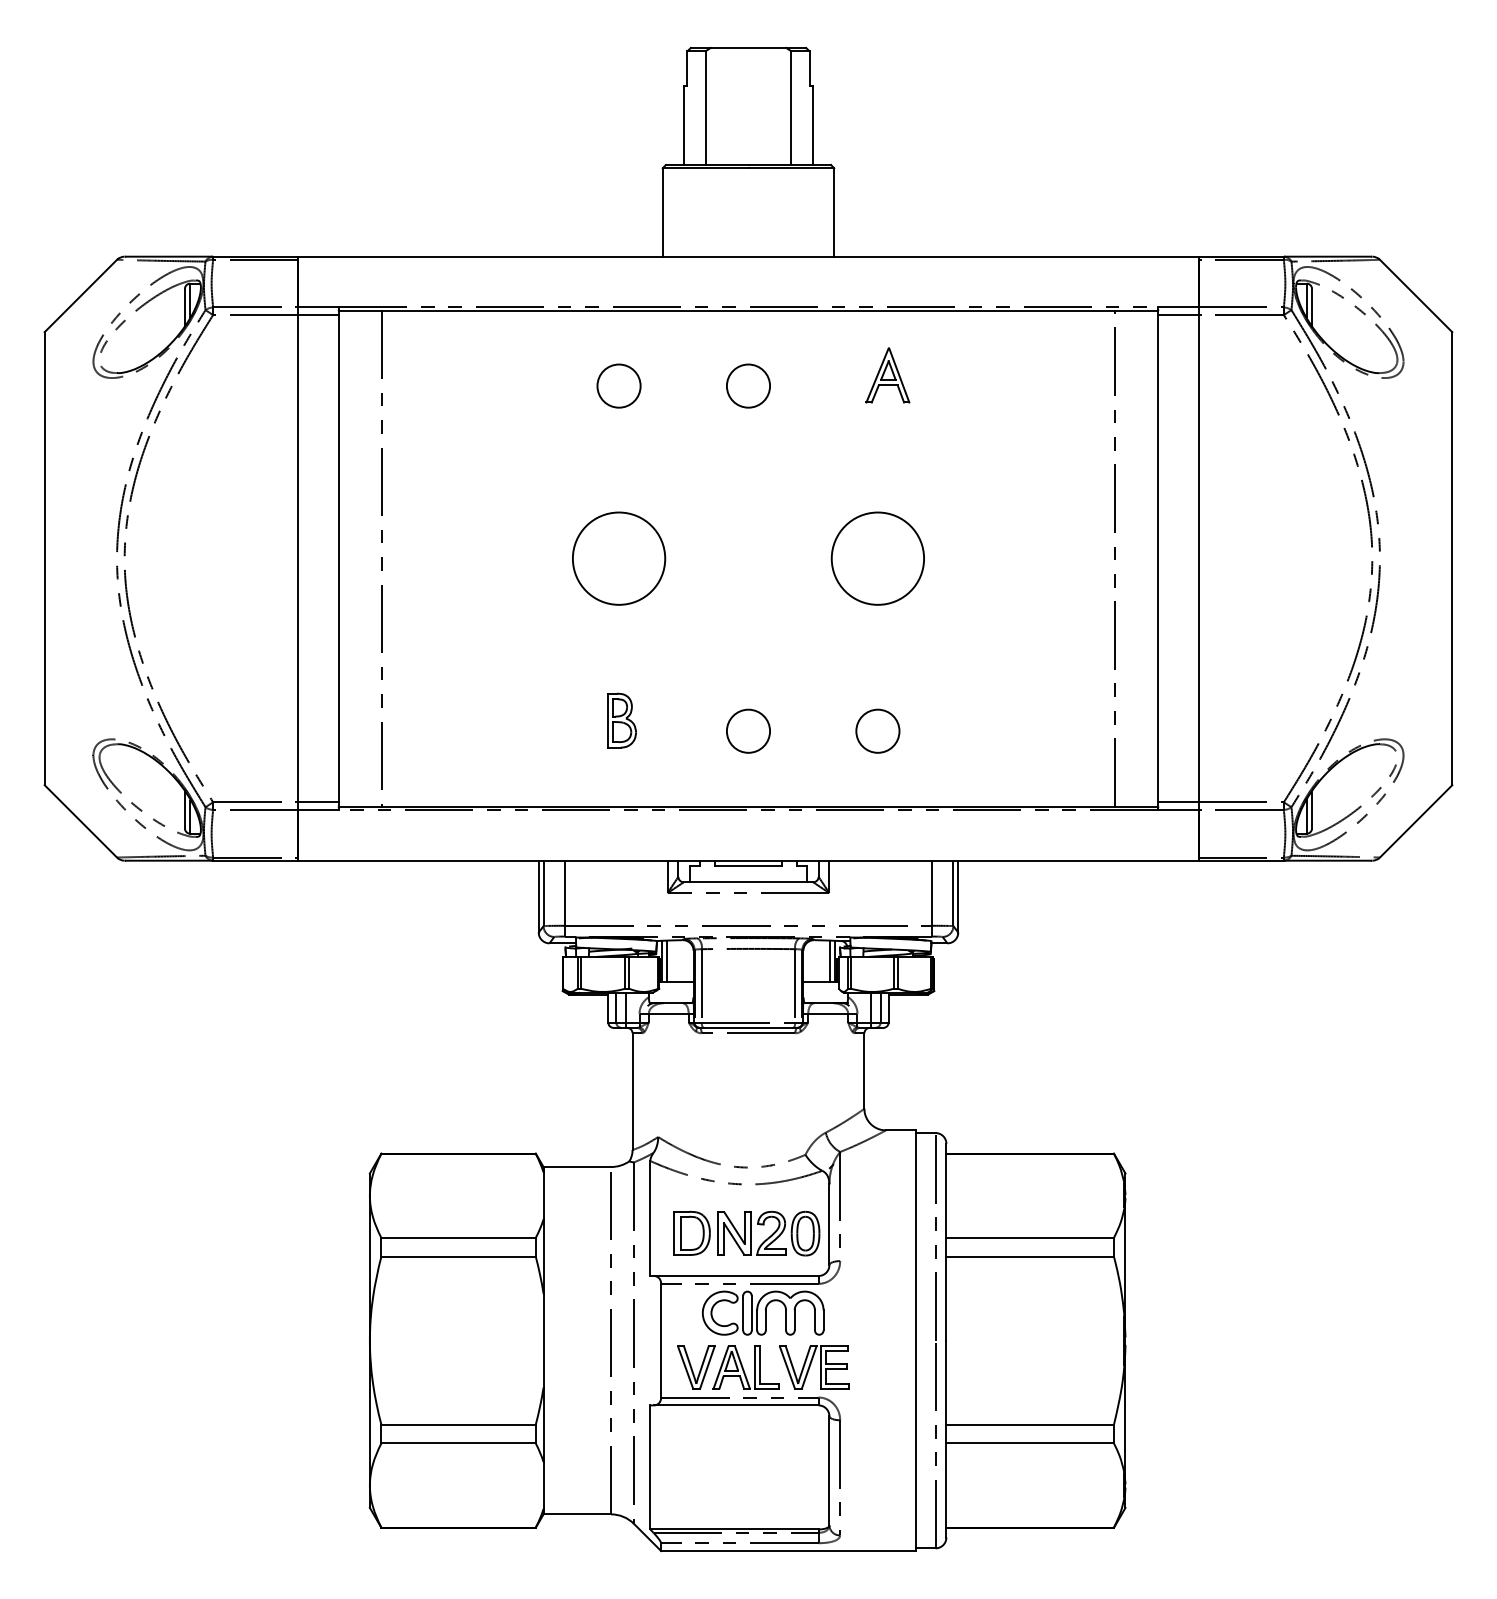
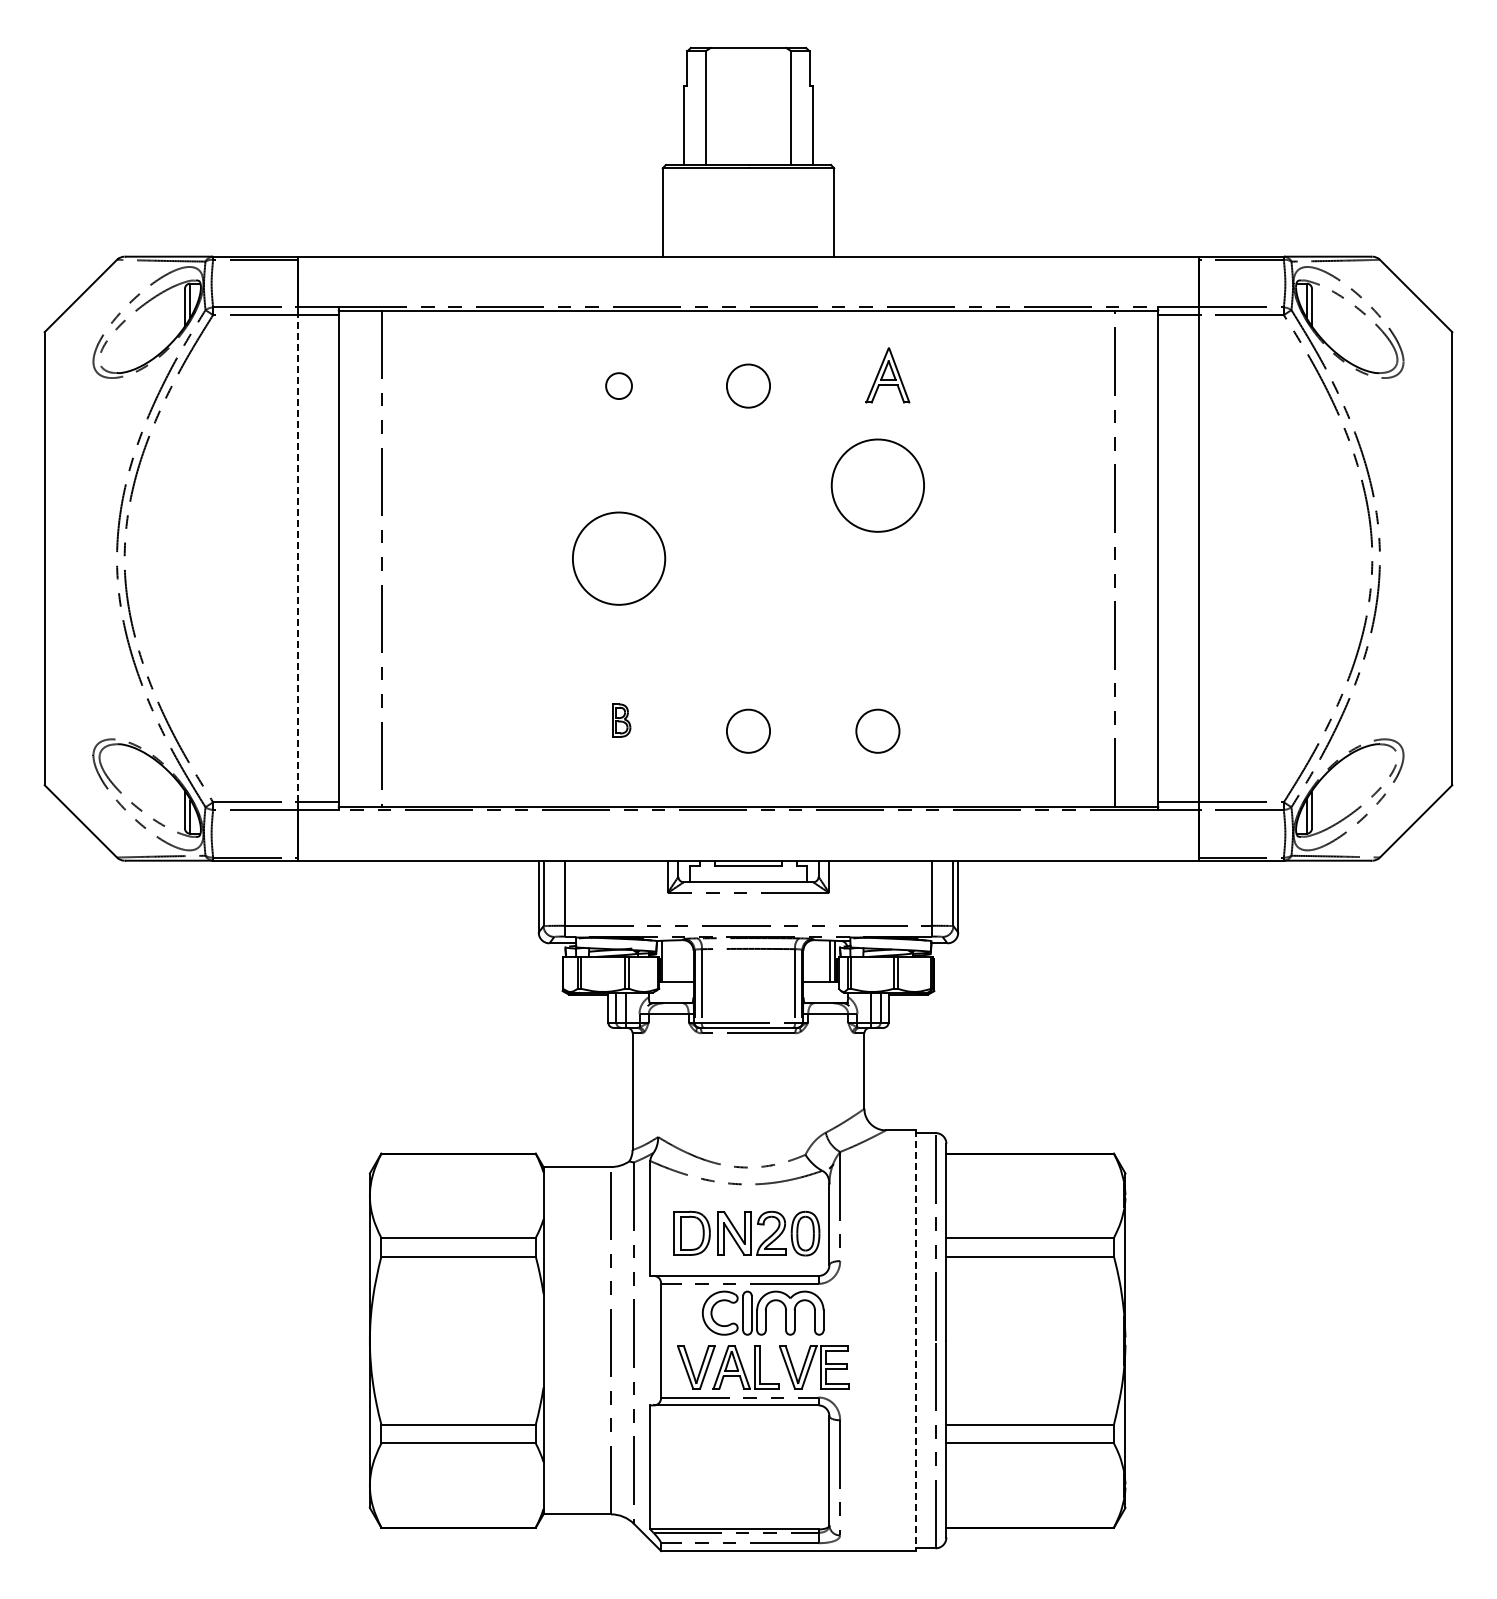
circle at (618, 385) diameter: 43 px -> 26 px
line at (298, 558): solid -> dashed
circle at (877, 558) position: (877, 558) -> (877, 485)
part at (621, 720) size: 30x57 px -> 20x35 px
line at (666, 960): present -> none
line at (916, 1341): solid -> dashed
